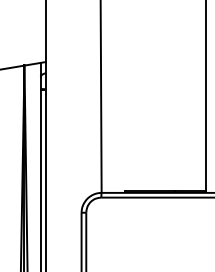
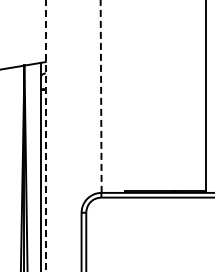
line at (101, 96): solid -> dashed
line at (45, 135): solid -> dashed
